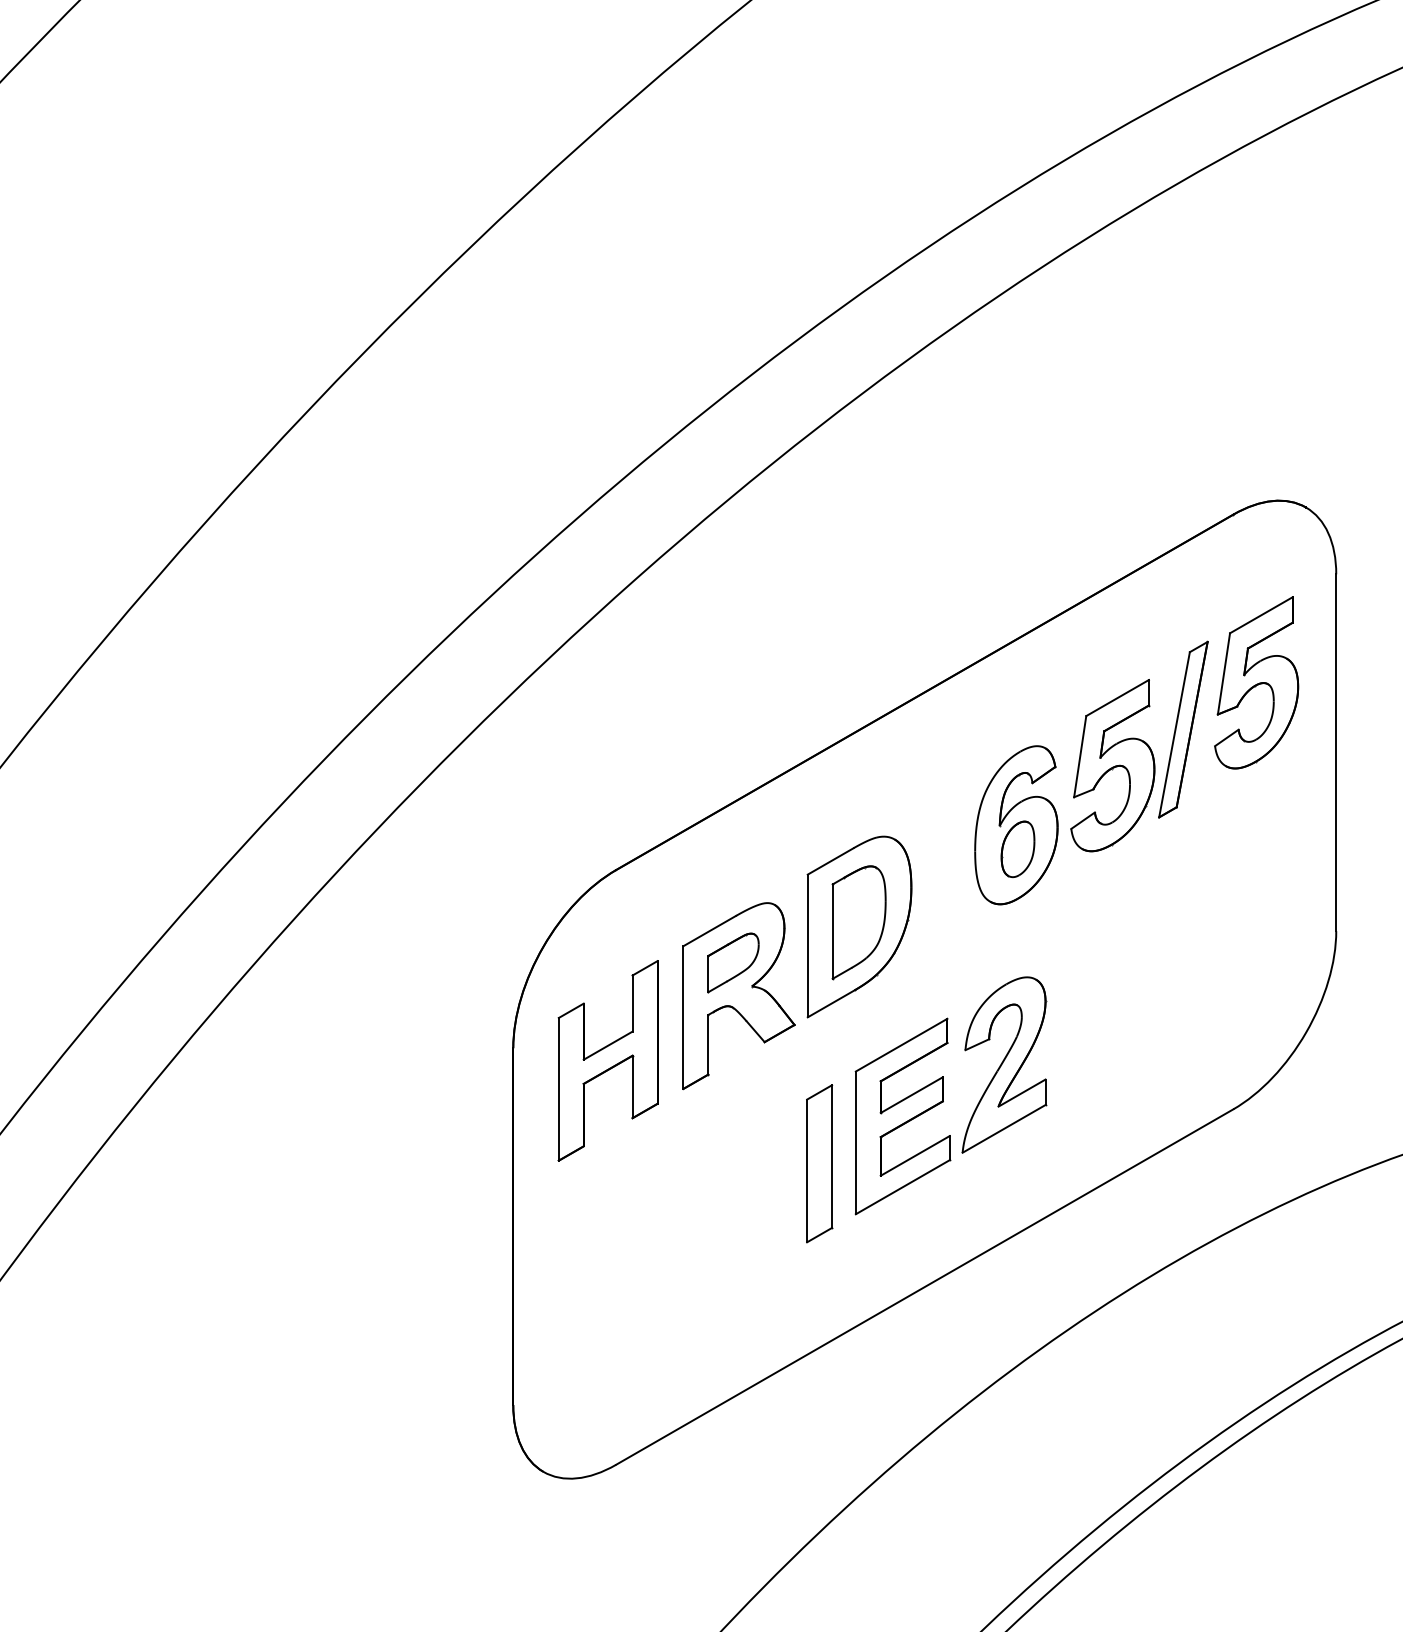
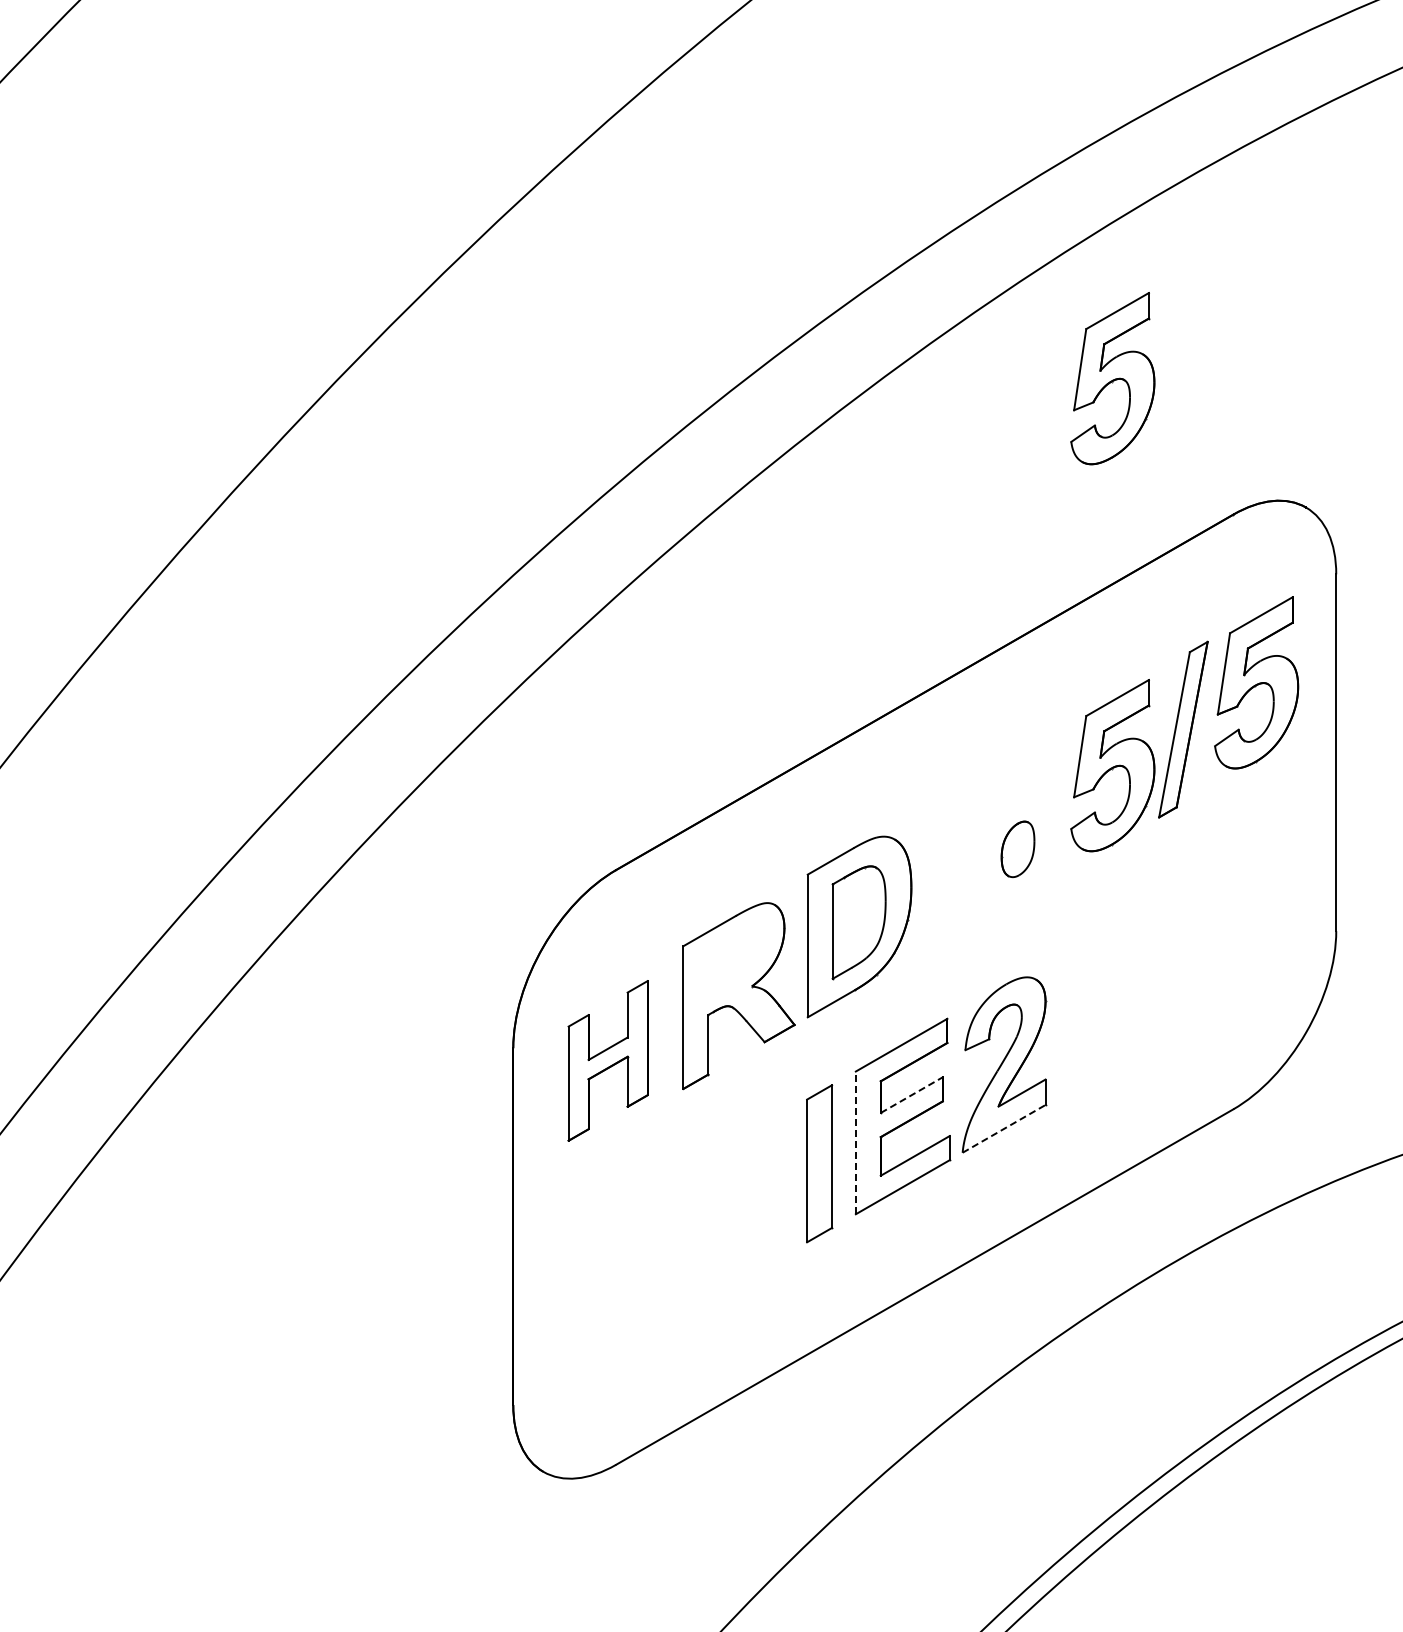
part at (1112, 378): none -> present
part at (1016, 825): present -> none
part at (733, 962): present -> none
part at (607, 1060) size: 102x202 px -> 82x162 px
line at (911, 1095): solid -> dashed
line at (1004, 1128): solid -> dashed
line at (855, 1142): solid -> dashed
